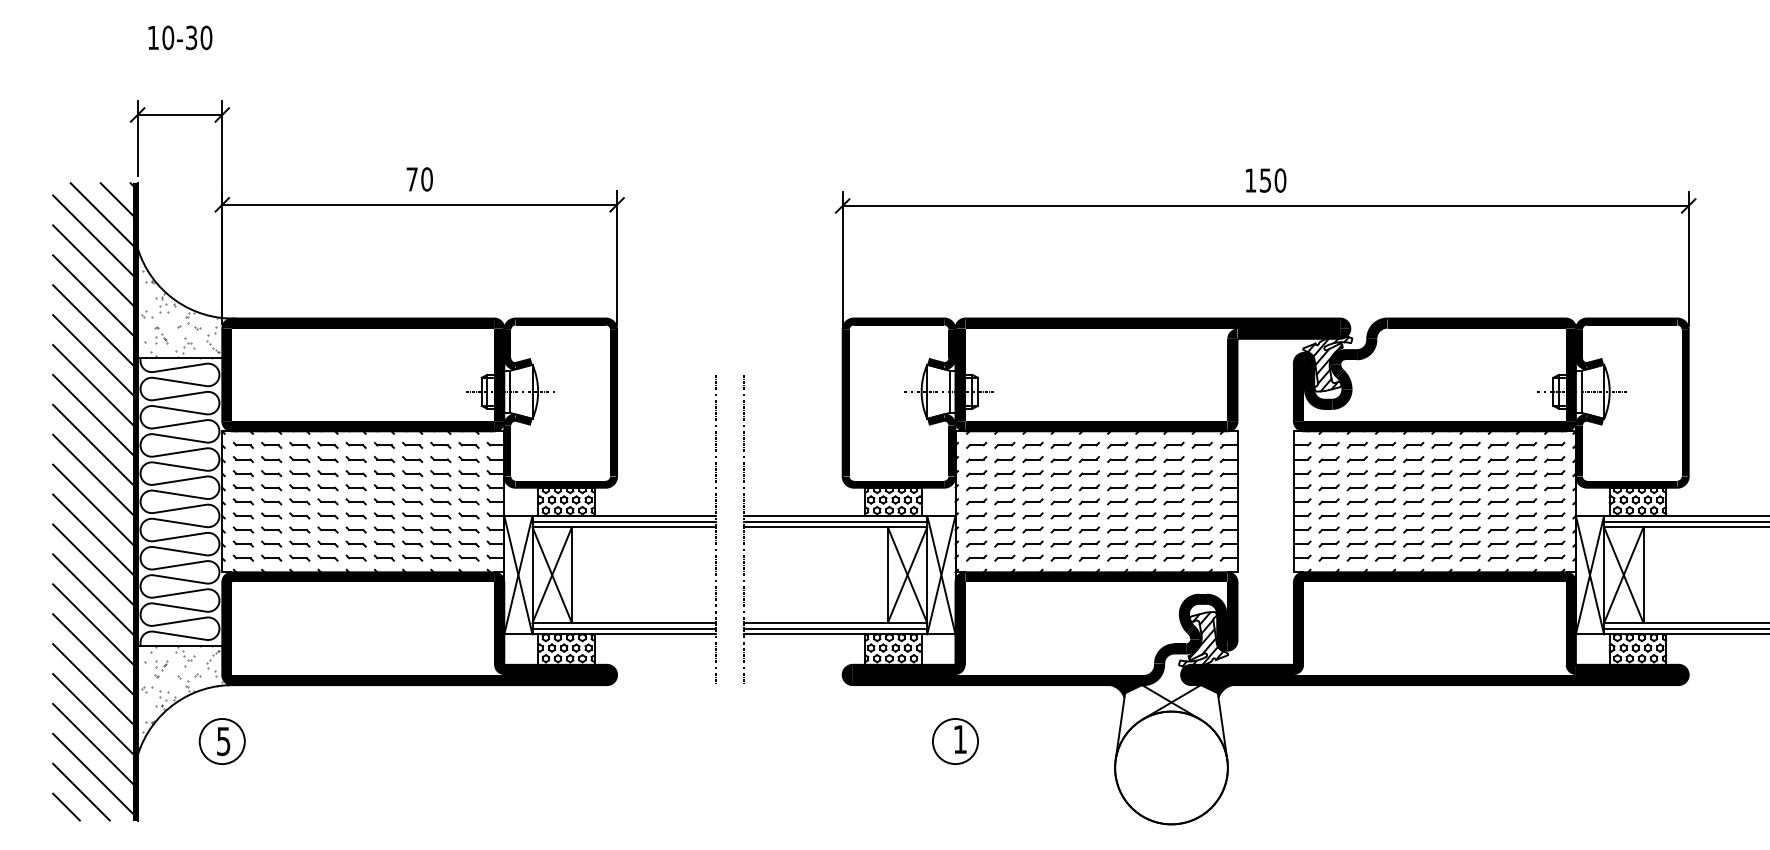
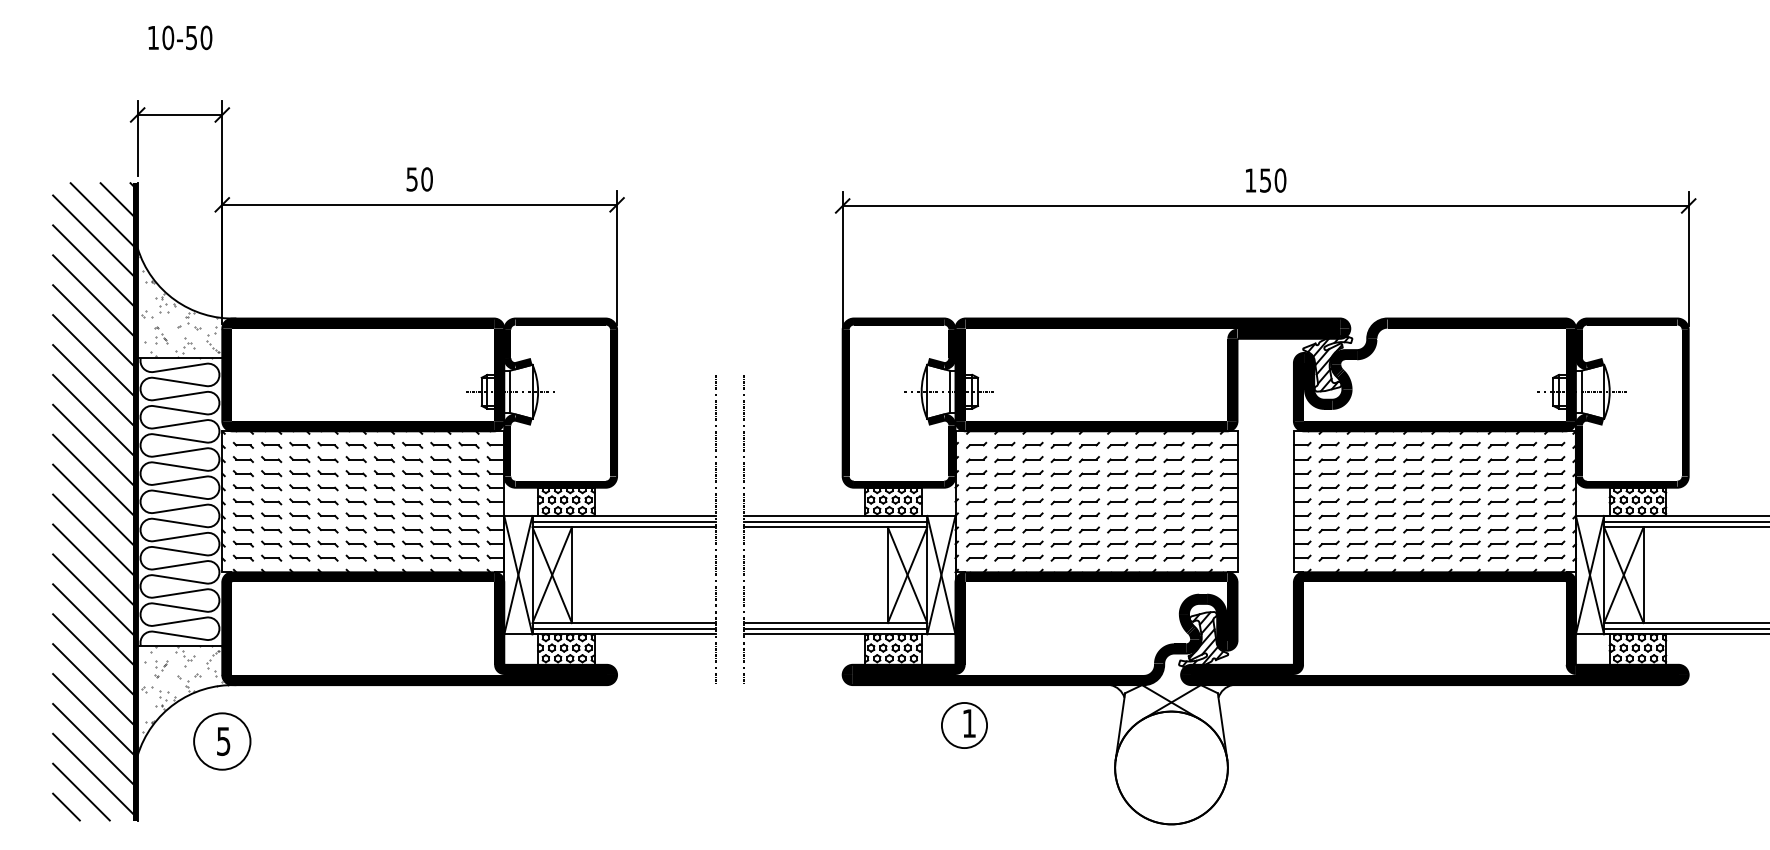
text at (191, 37): 10-30 -> 10-50
text at (411, 179): 70 -> 50
fill at (1126, 691): present -> none
fill at (1216, 691): present -> none
circle at (221, 741) diameter: 45 px -> 56 px
part at (955, 741) position: (955, 741) -> (964, 725)
